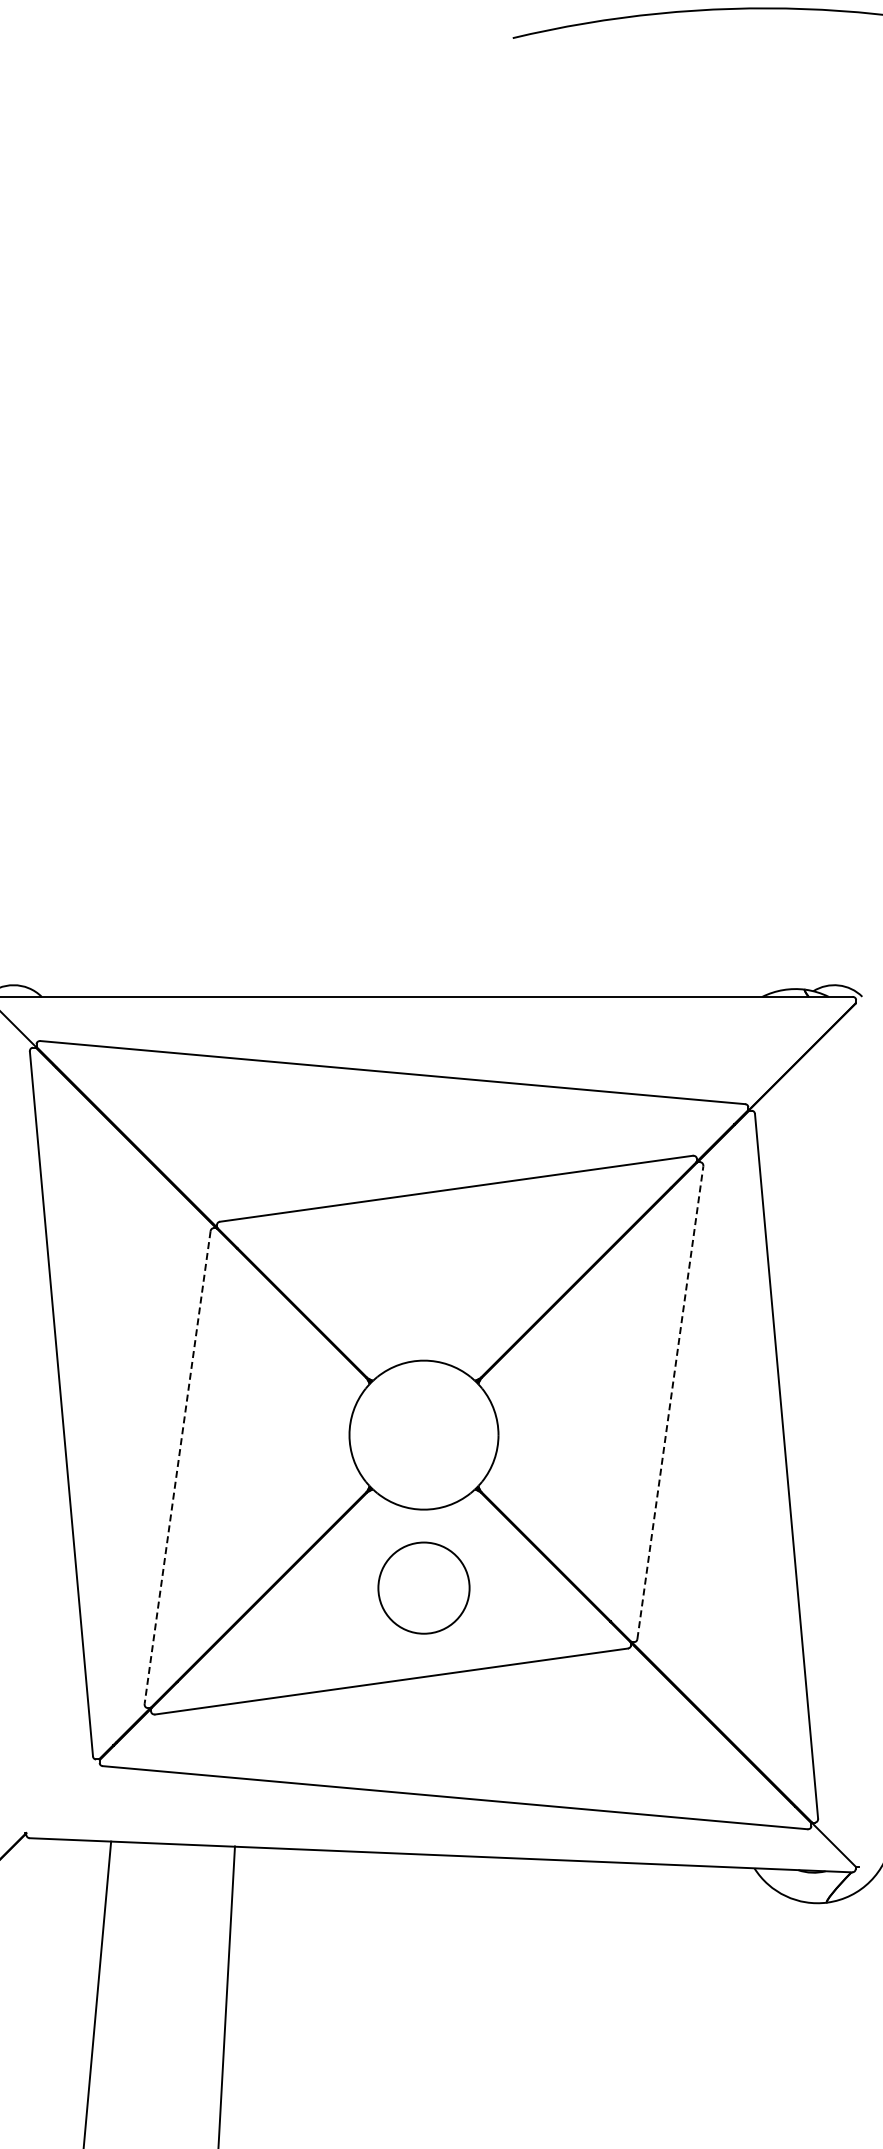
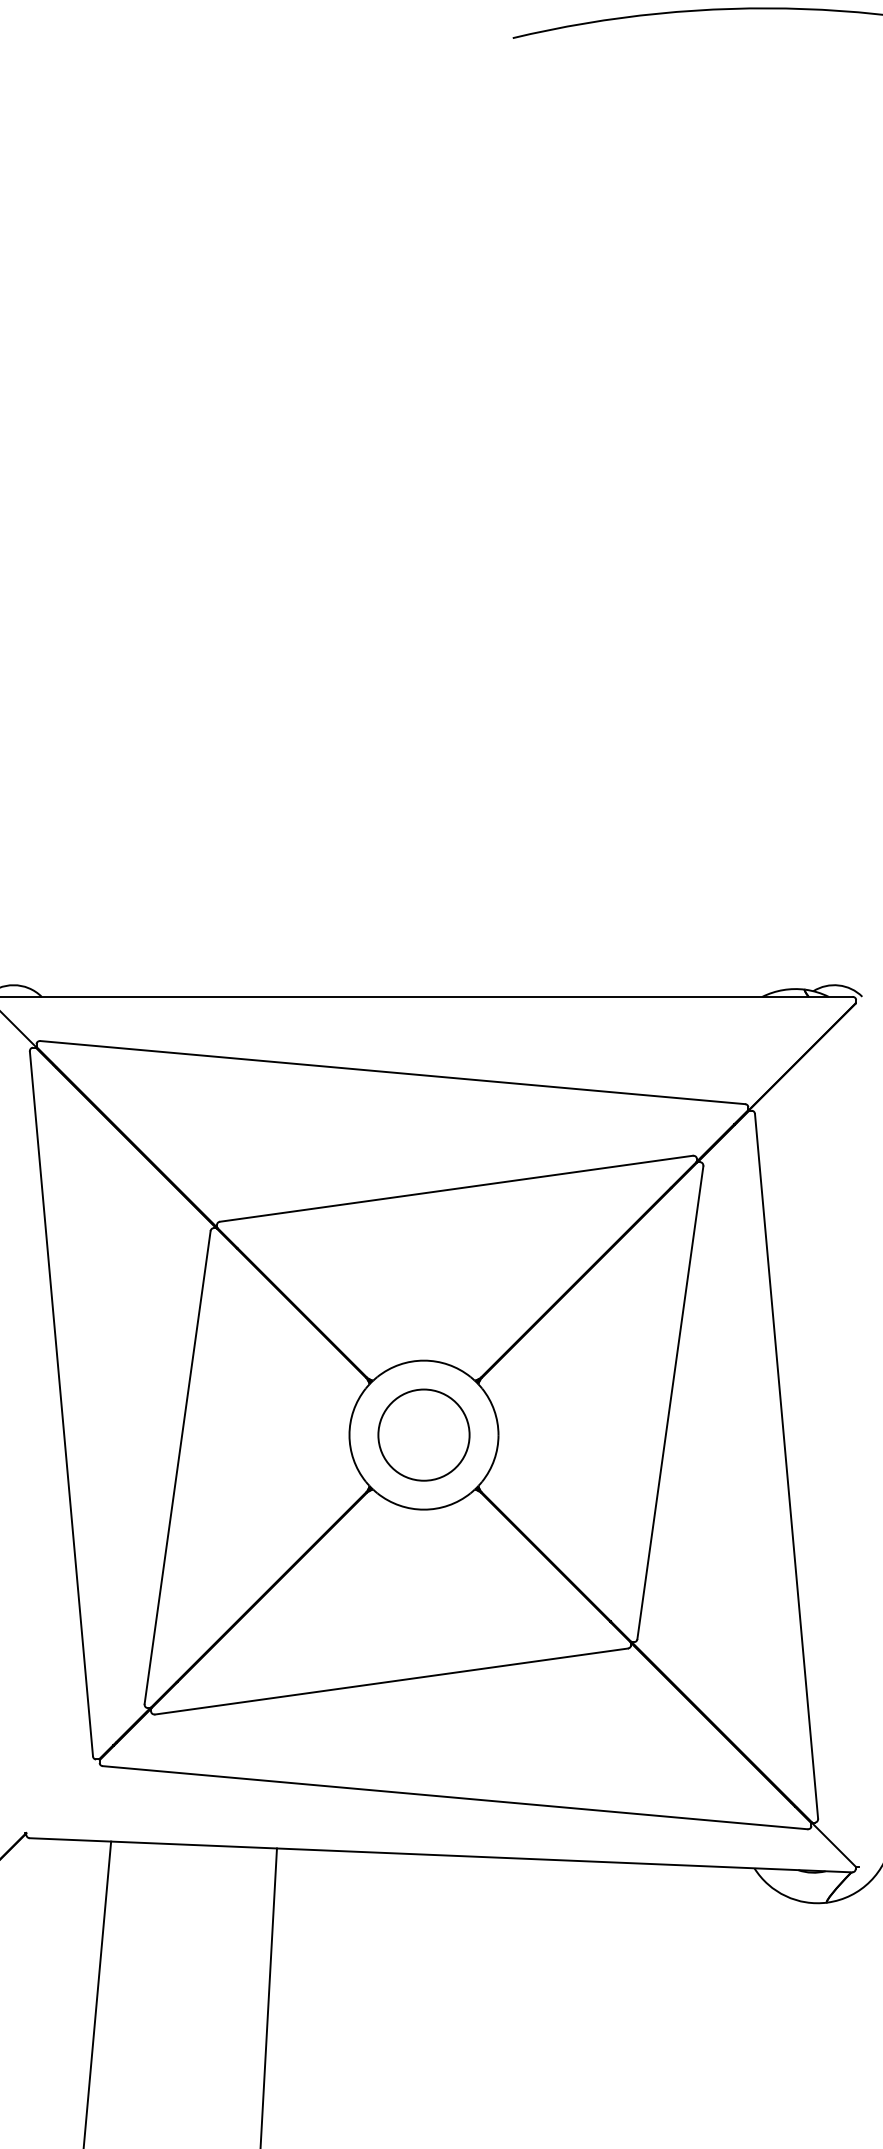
line at (670, 1402): dashed -> solid
line at (177, 1467): dashed -> solid
circle at (423, 1587) position: (423, 1587) -> (423, 1434)
line at (226, 1995) position: (226, 1995) -> (268, 1996)
